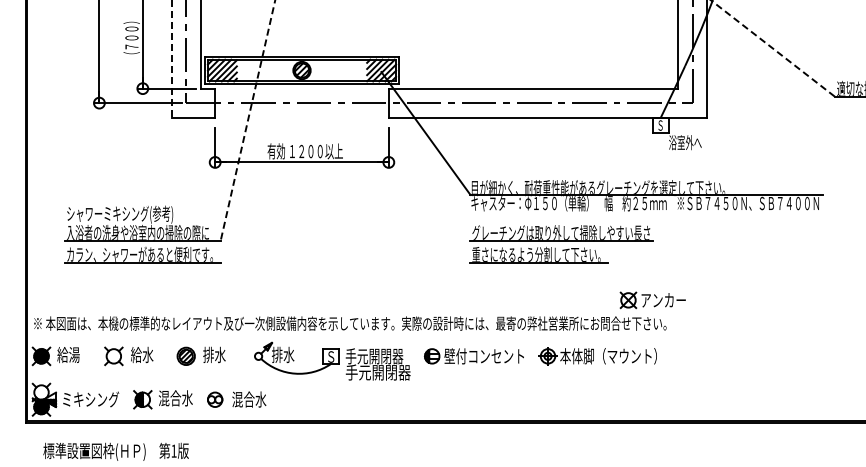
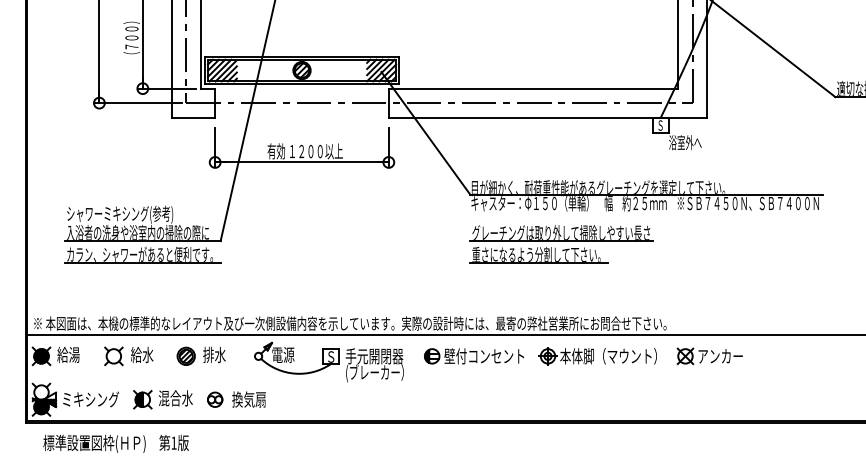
line at (773, 48): dashed -> solid
line at (171, 59): dashed -> solid
line at (247, 121): dashed -> solid
part at (652, 300) position: (652, 300) -> (709, 356)
line at (444, 334): none -> present
text at (282, 354): 排水 -> 電源
text at (377, 373): 手元開閉器 -> (ブレーカー）
text at (249, 399): 混合水 -> 換気扇
text at (115, 451) position: (115, 451) -> (115, 443)
